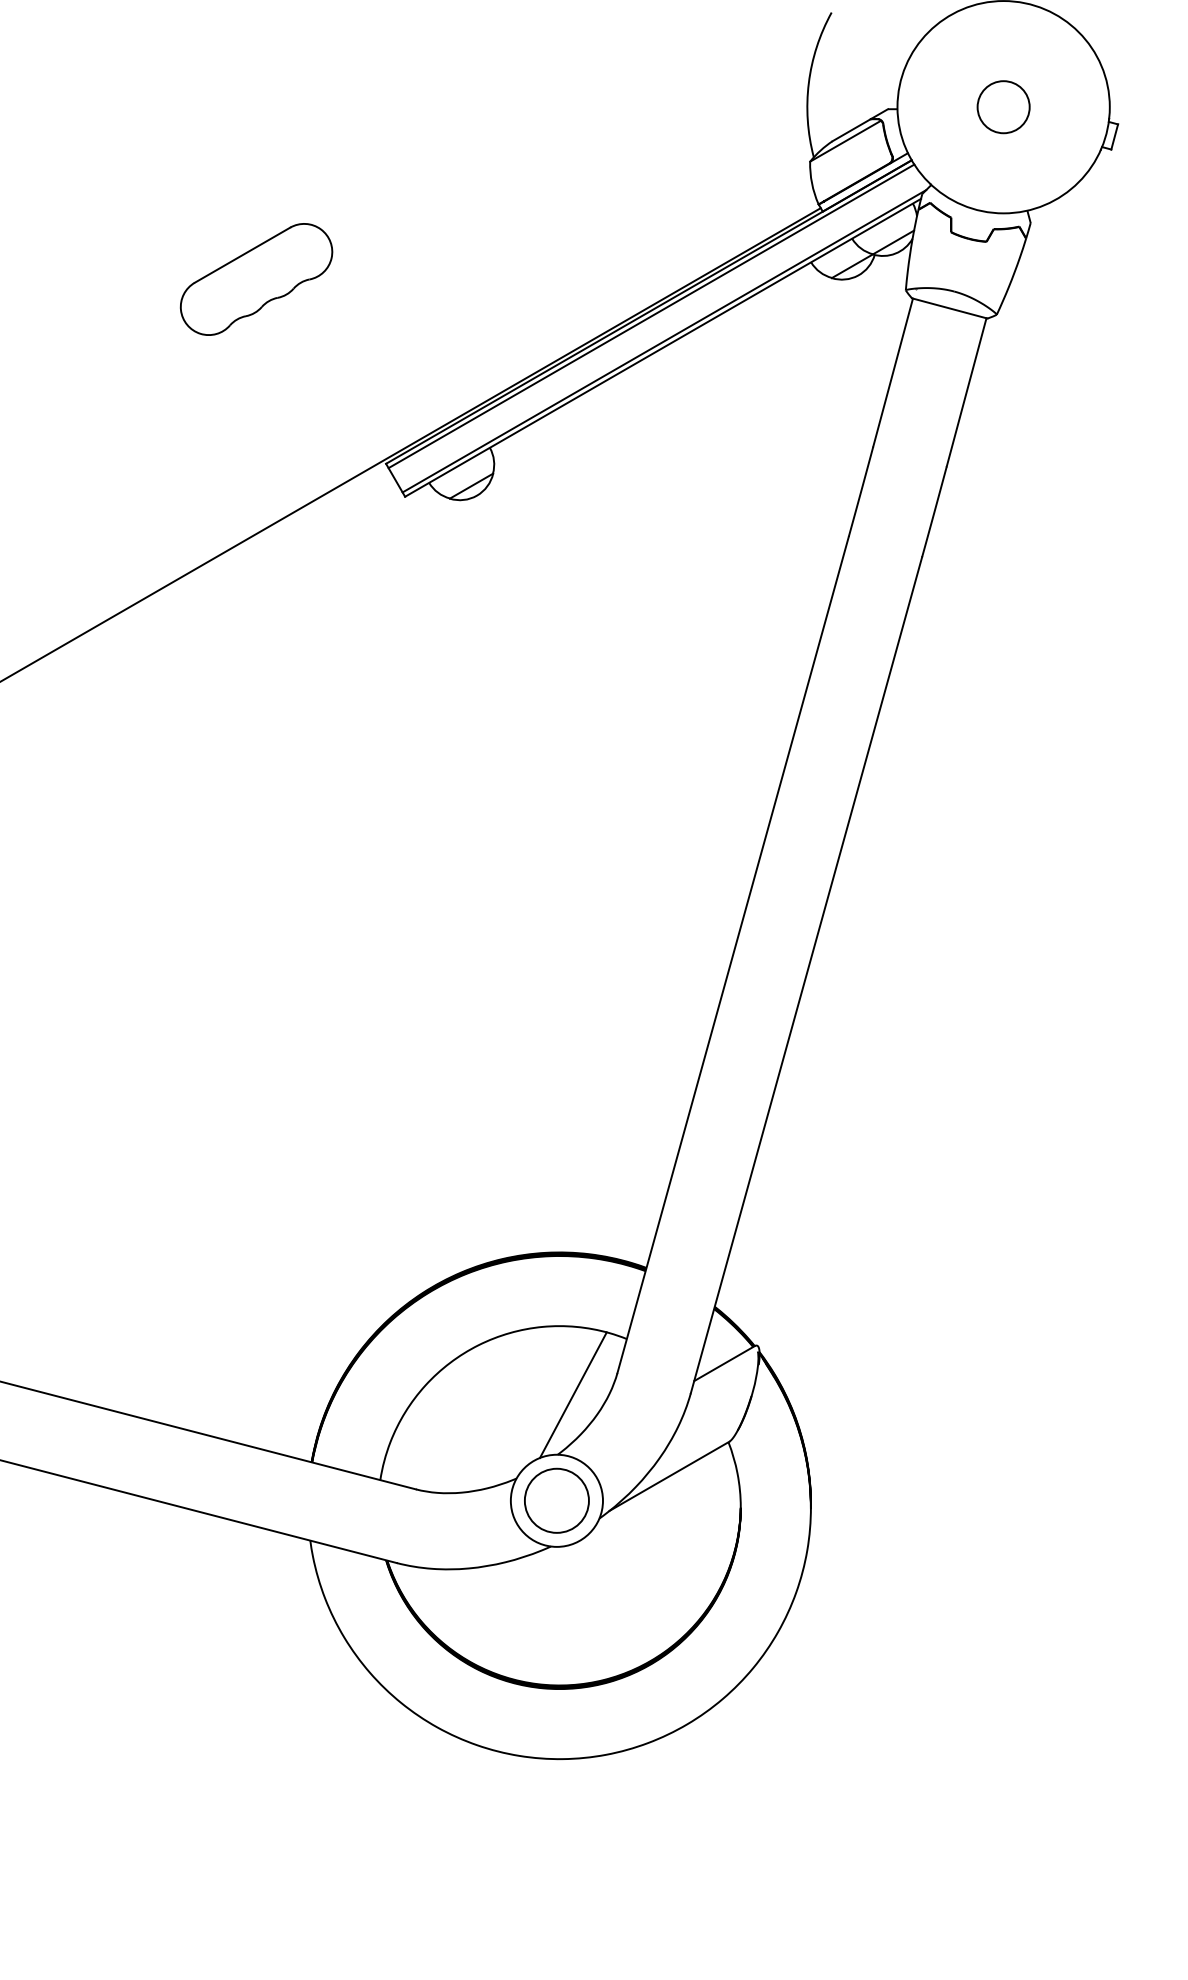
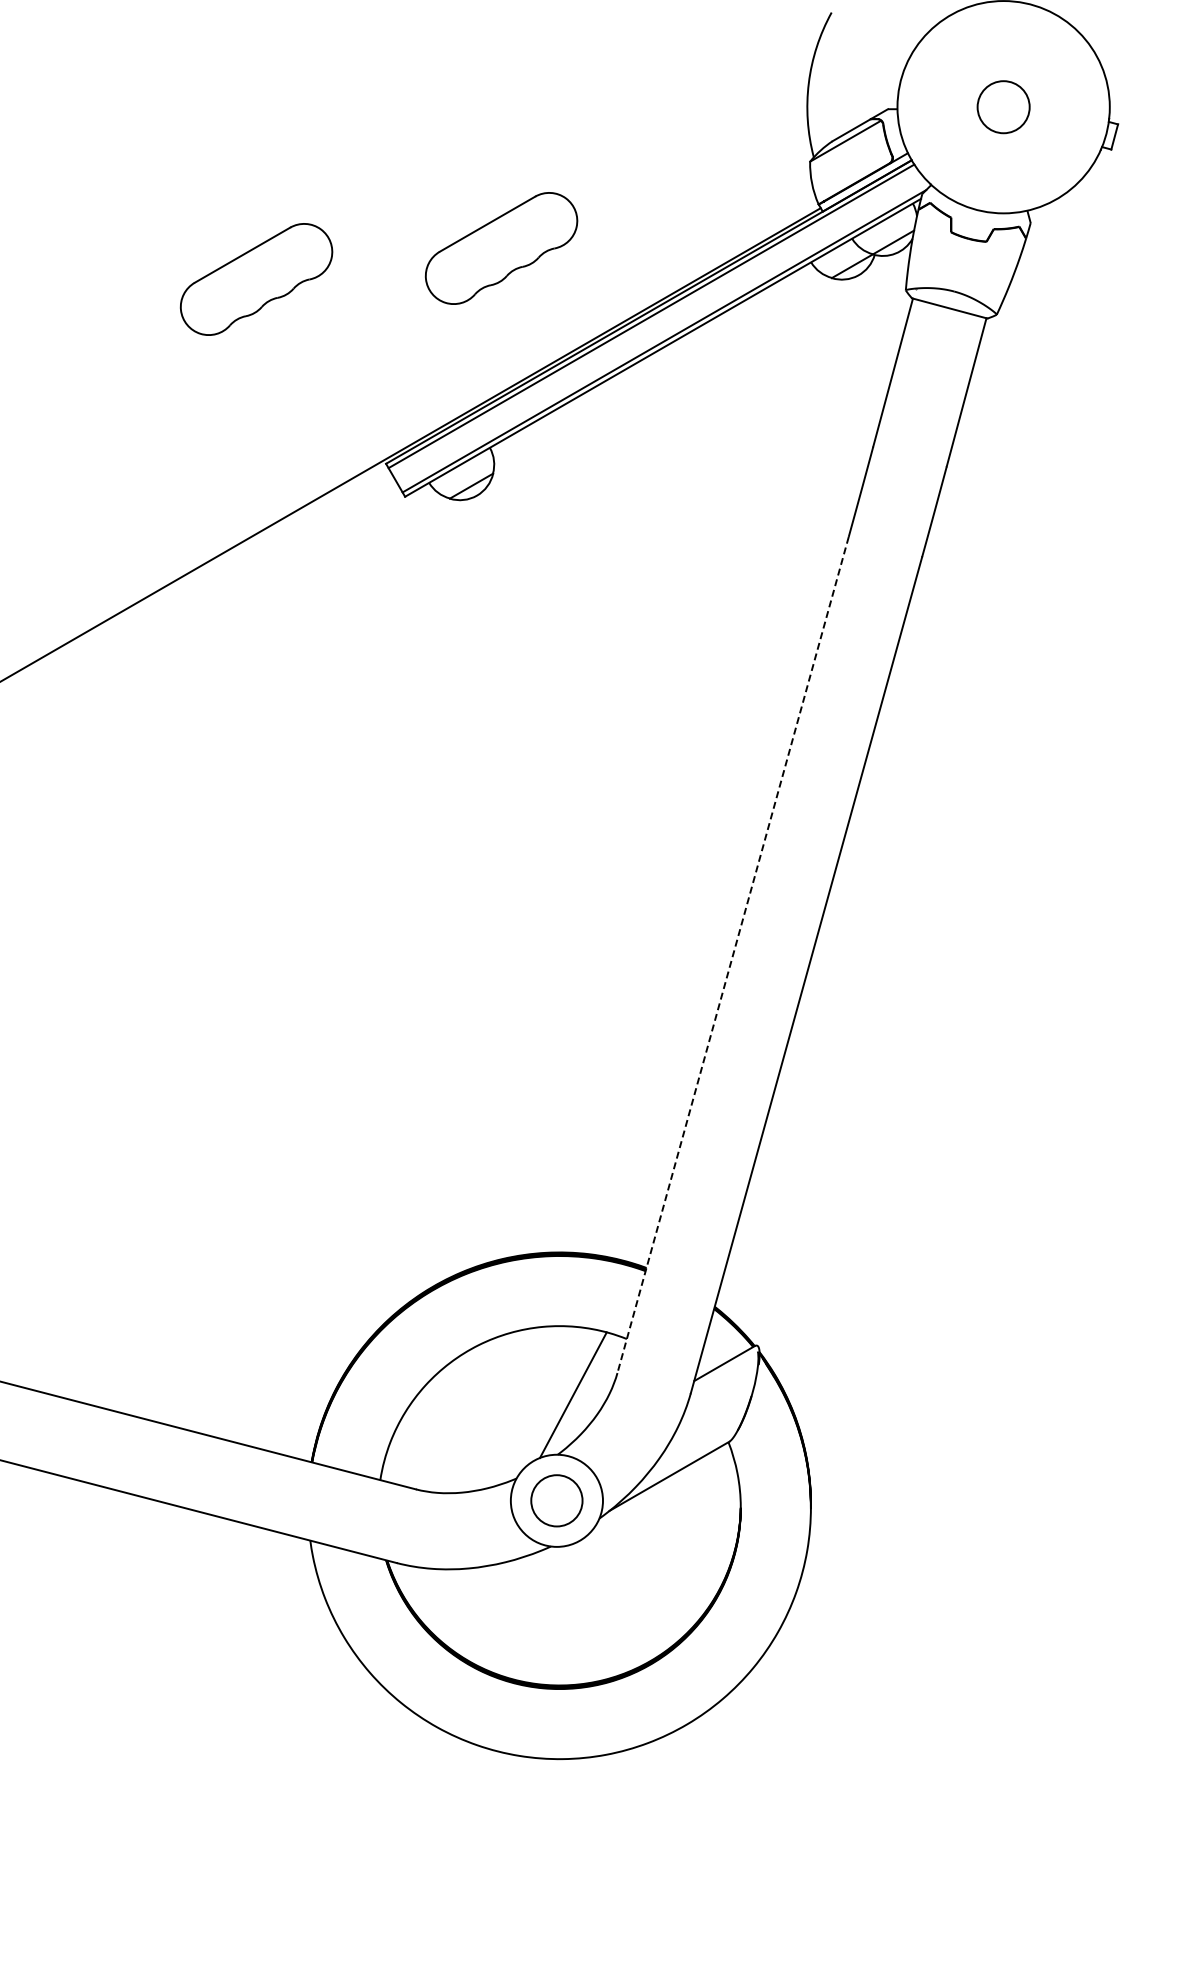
part at (501, 248): none -> present
line at (733, 954): solid -> dashed
circle at (556, 1500) diameter: 64 px -> 51 px
